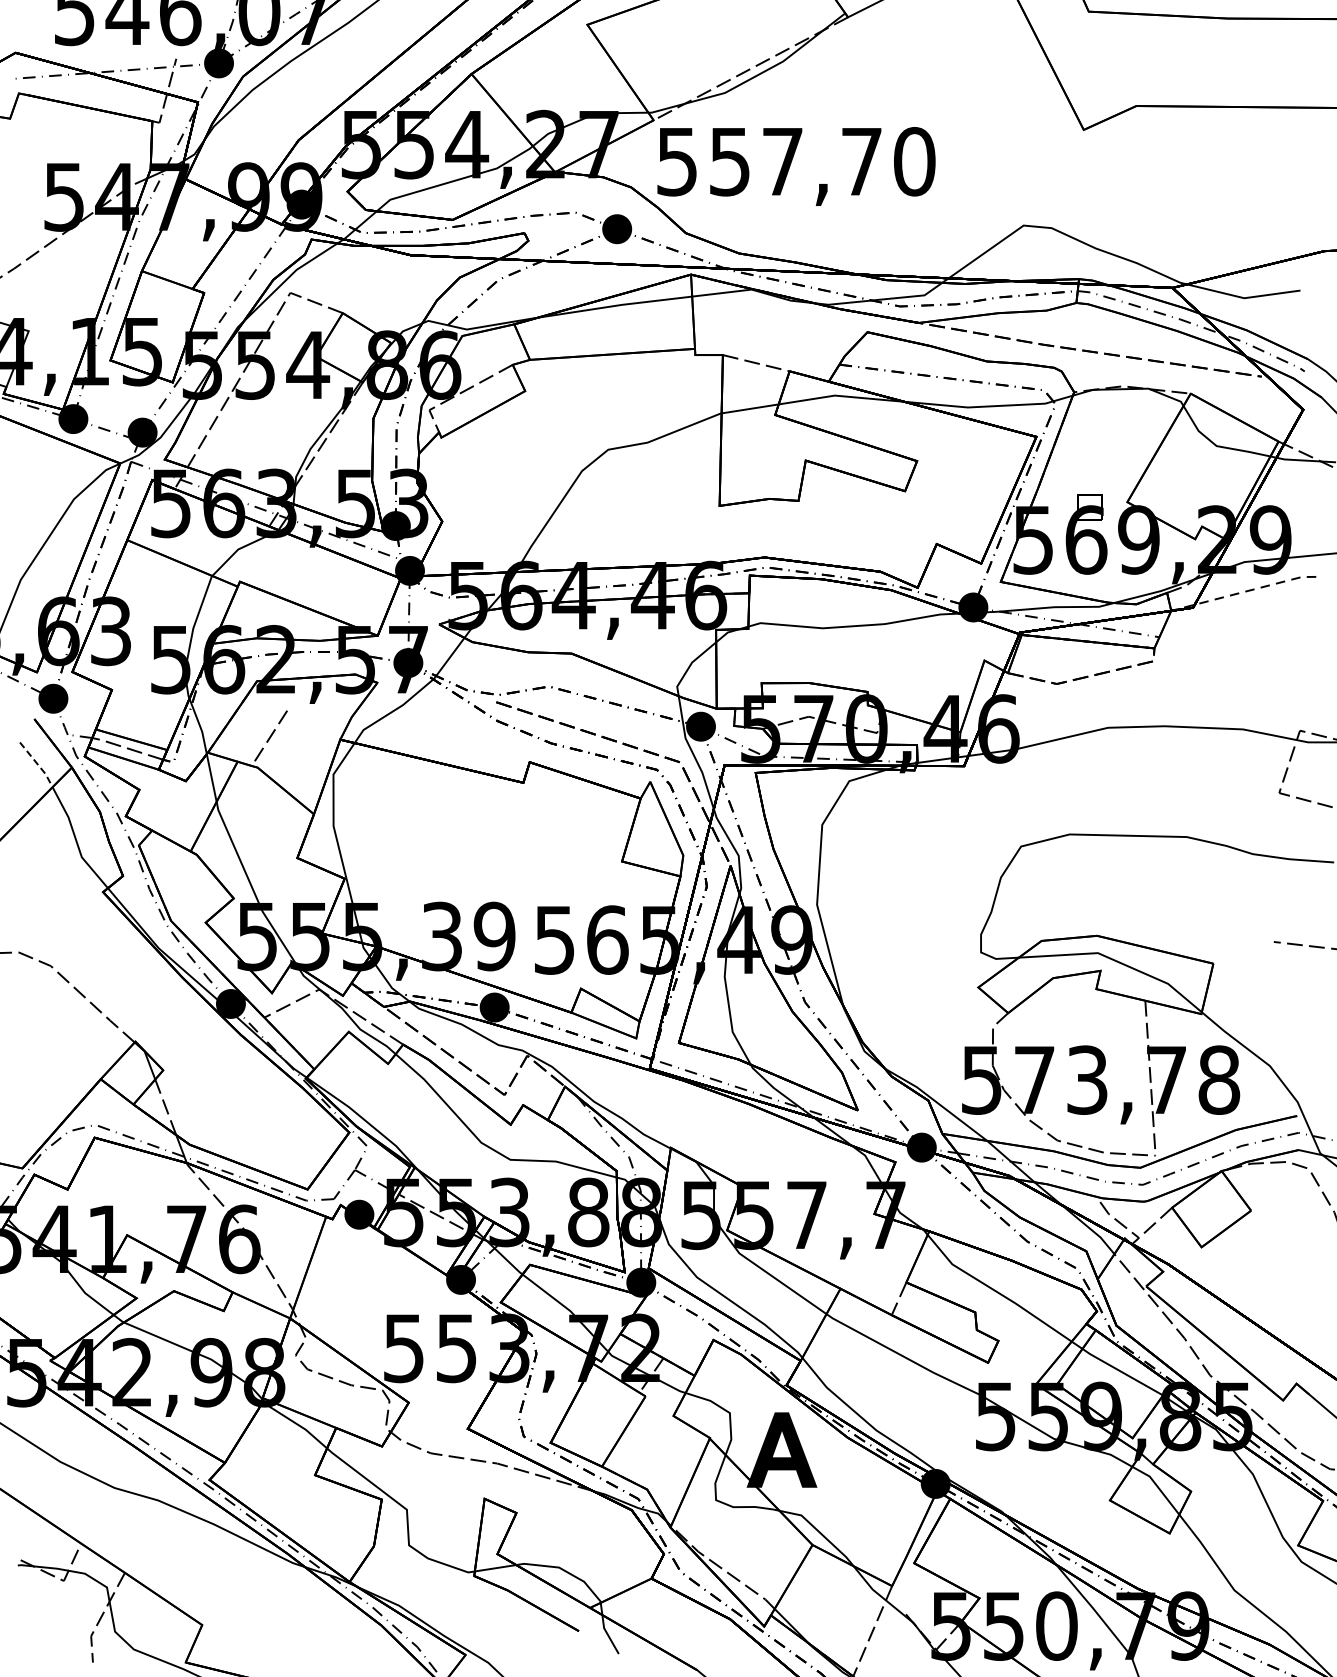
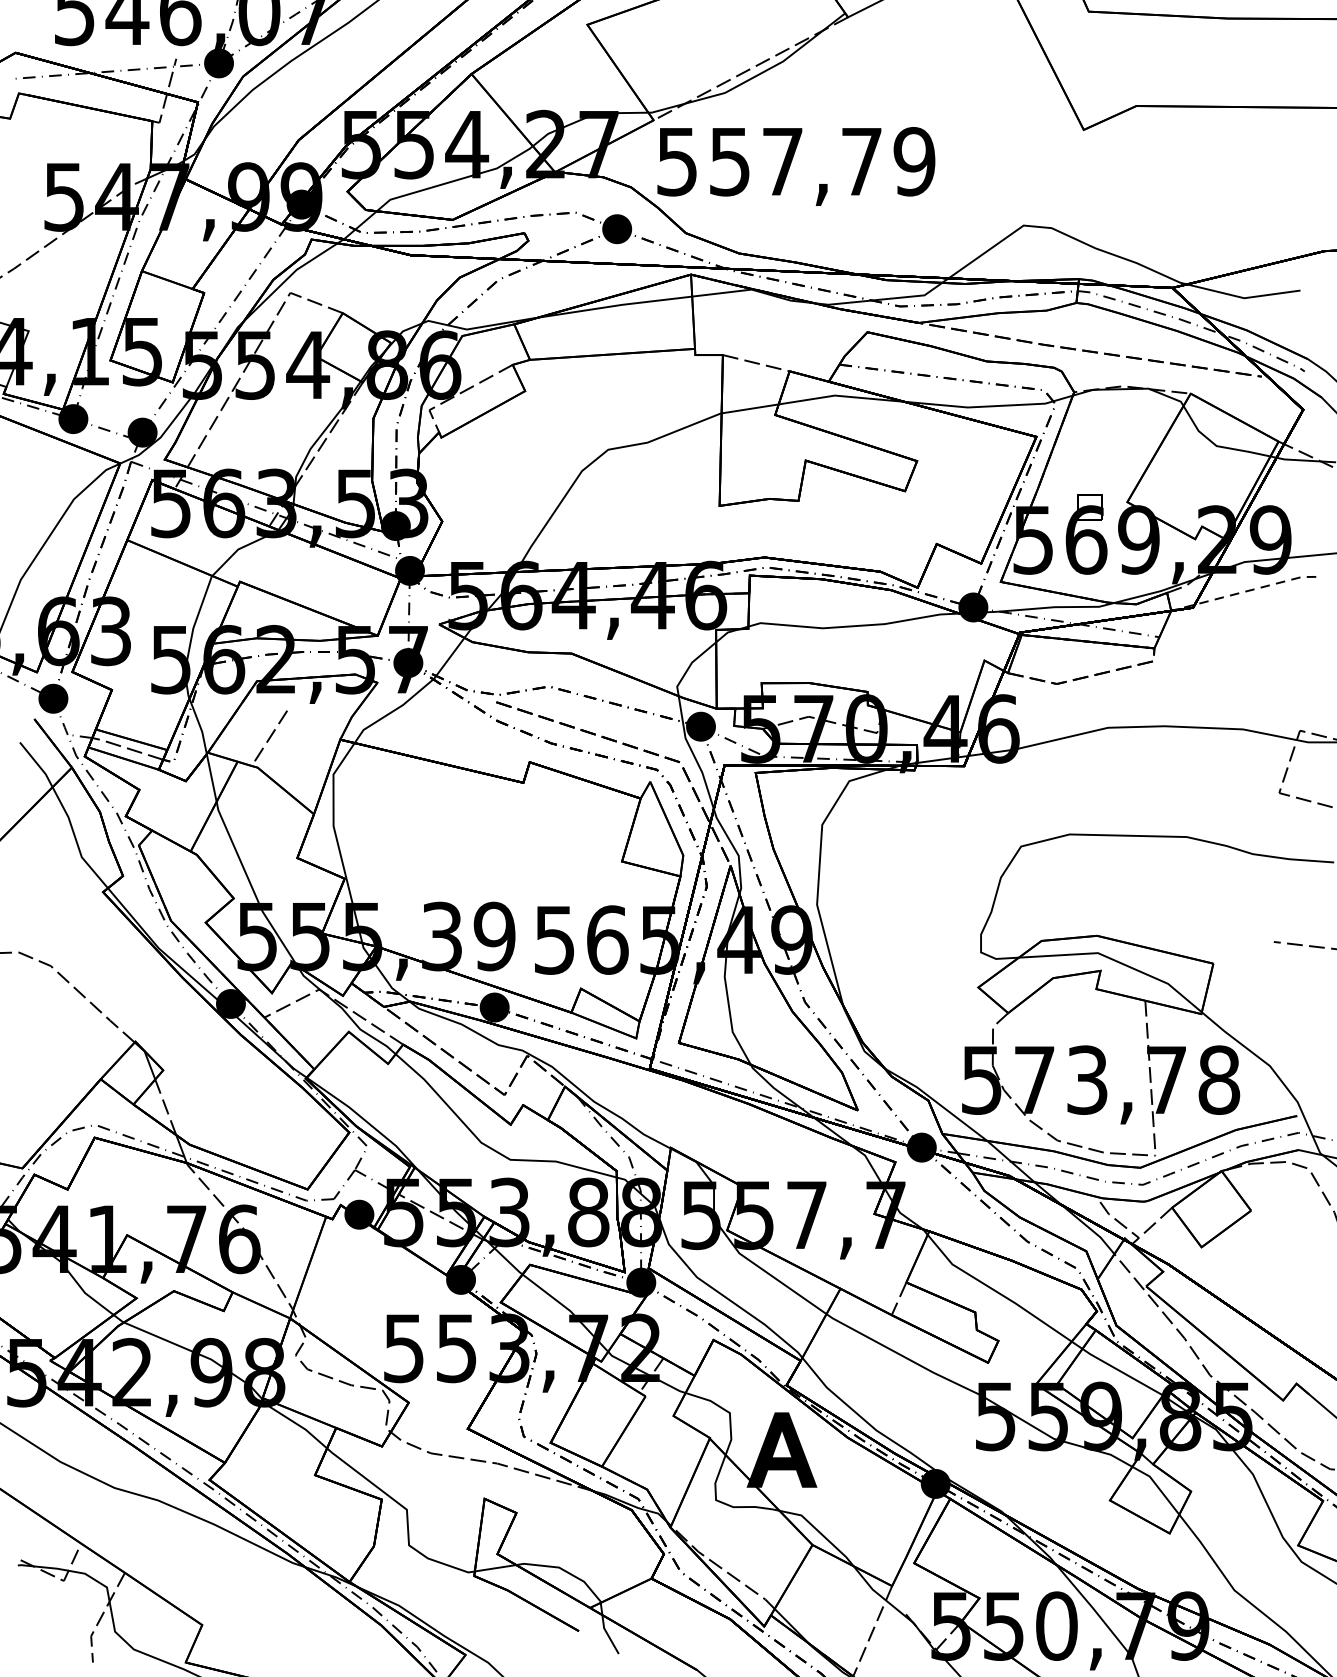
text at (914, 161): 557,70 -> 557,79
line at (38, 764): dashed -> solid
